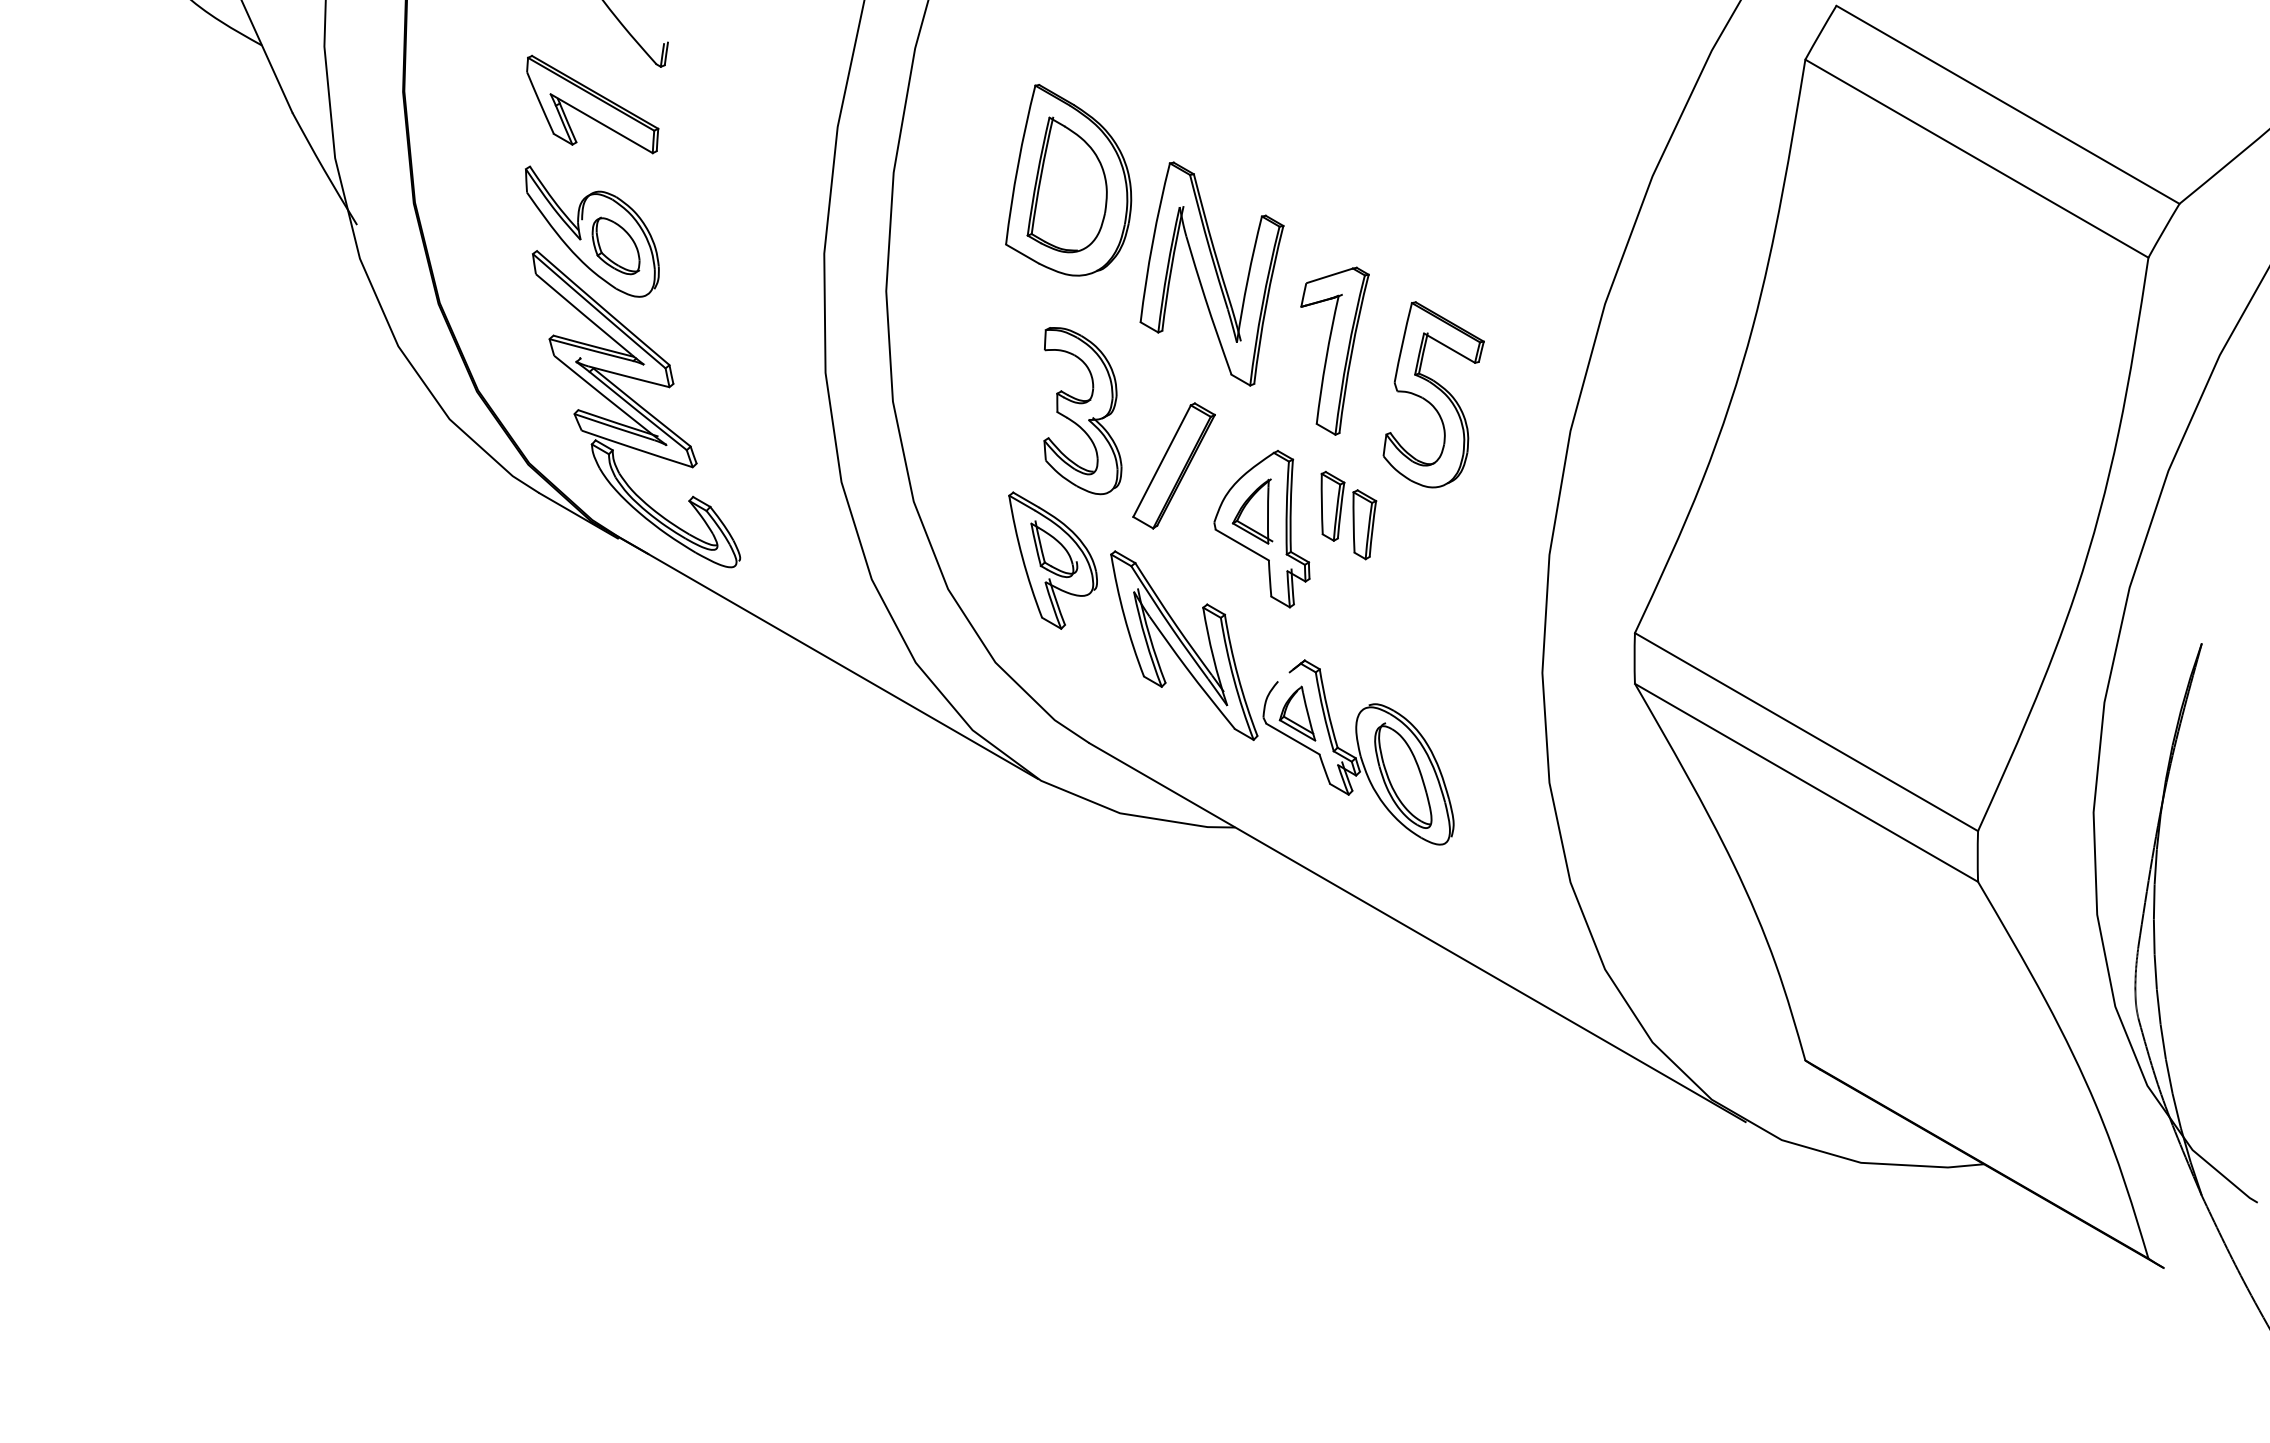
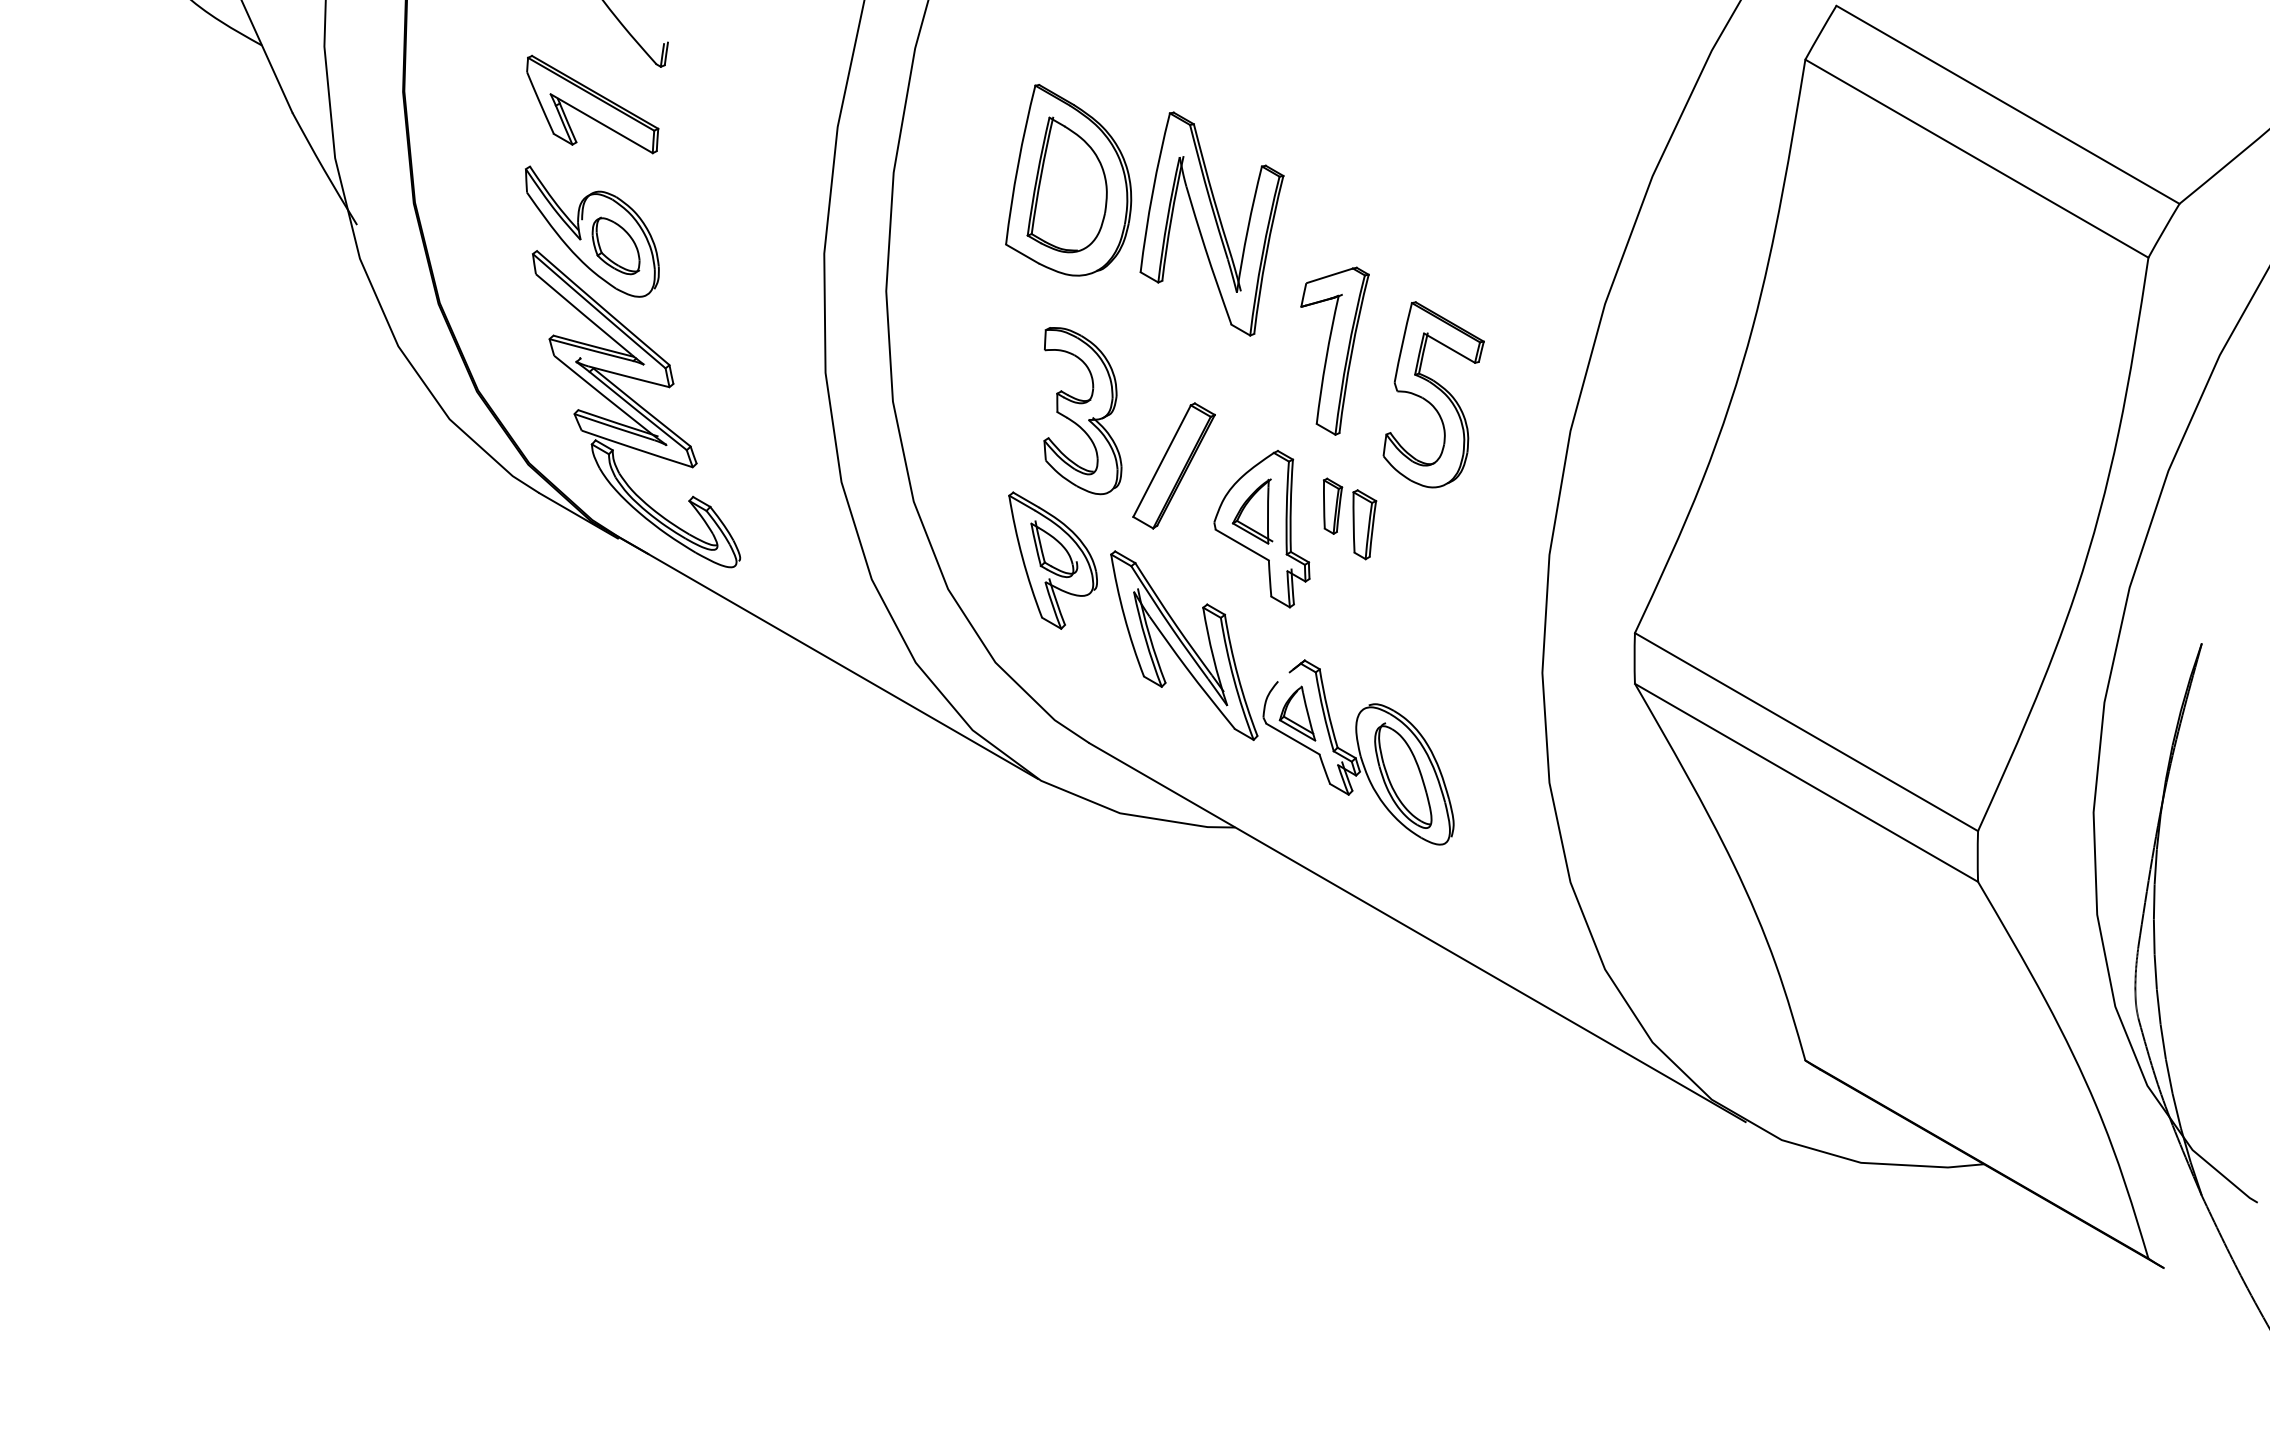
part at (1211, 273) position: (1211, 273) -> (1211, 223)
part at (1332, 505) size: 26x72 px -> 21x58 px
